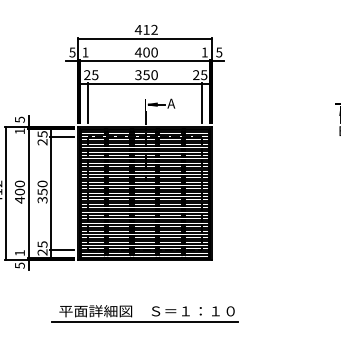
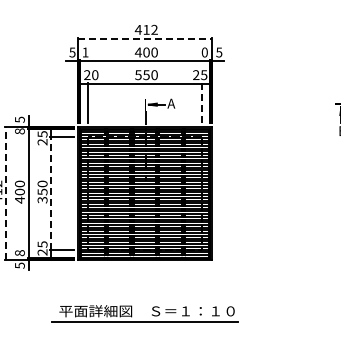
line at (144, 38): solid -> dashed
text at (204, 52): 1 -> 0
text at (95, 74): 25 -> 20
text at (138, 74): 350 -> 550
line at (201, 102): solid -> dashed
text at (19, 131): 1 -> 8
line at (6, 193): solid -> dashed
line at (51, 193): solid -> dashed
text at (19, 253): 1 -> 8
